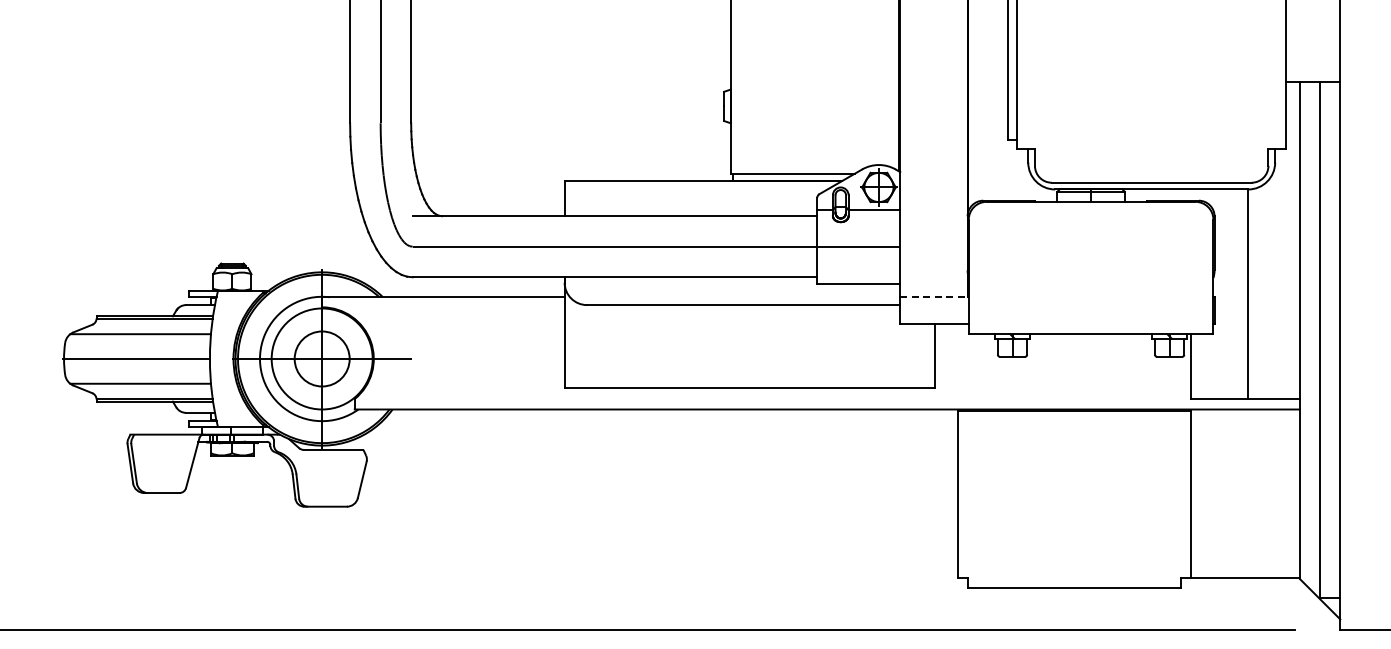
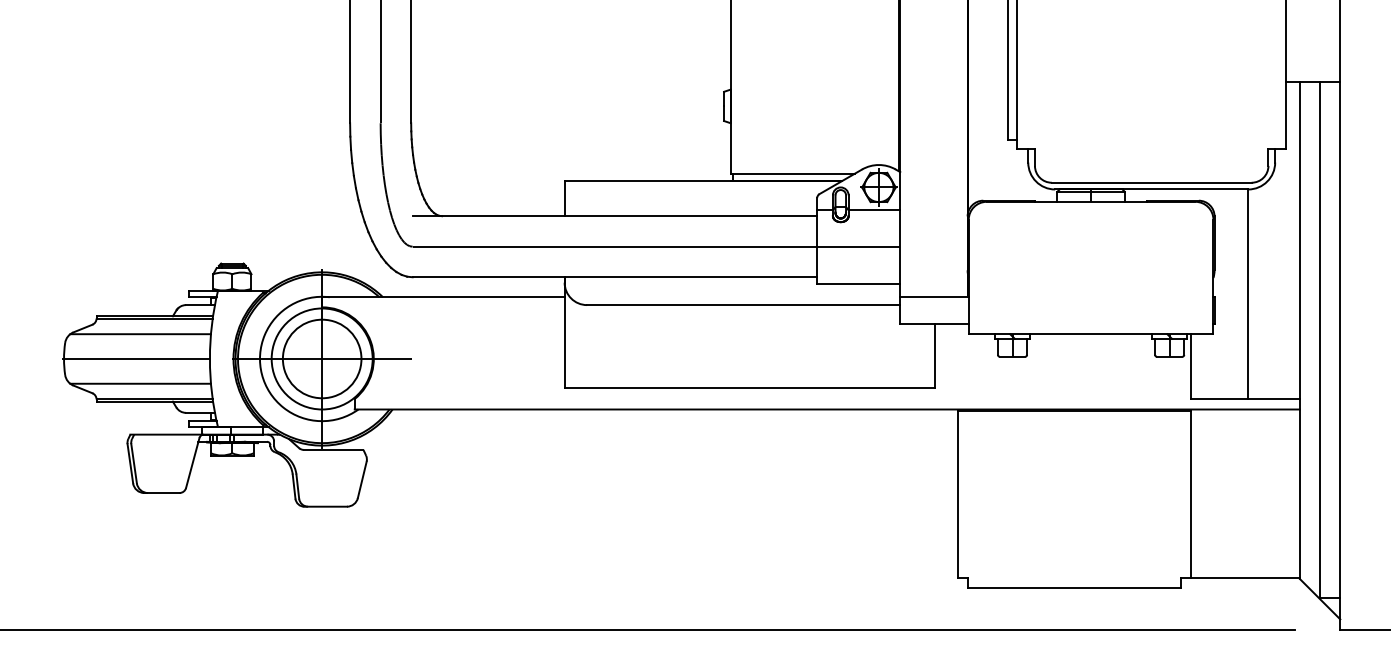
line at (935, 297): dashed -> solid
circle at (321, 358) diameter: 55 px -> 79 px
